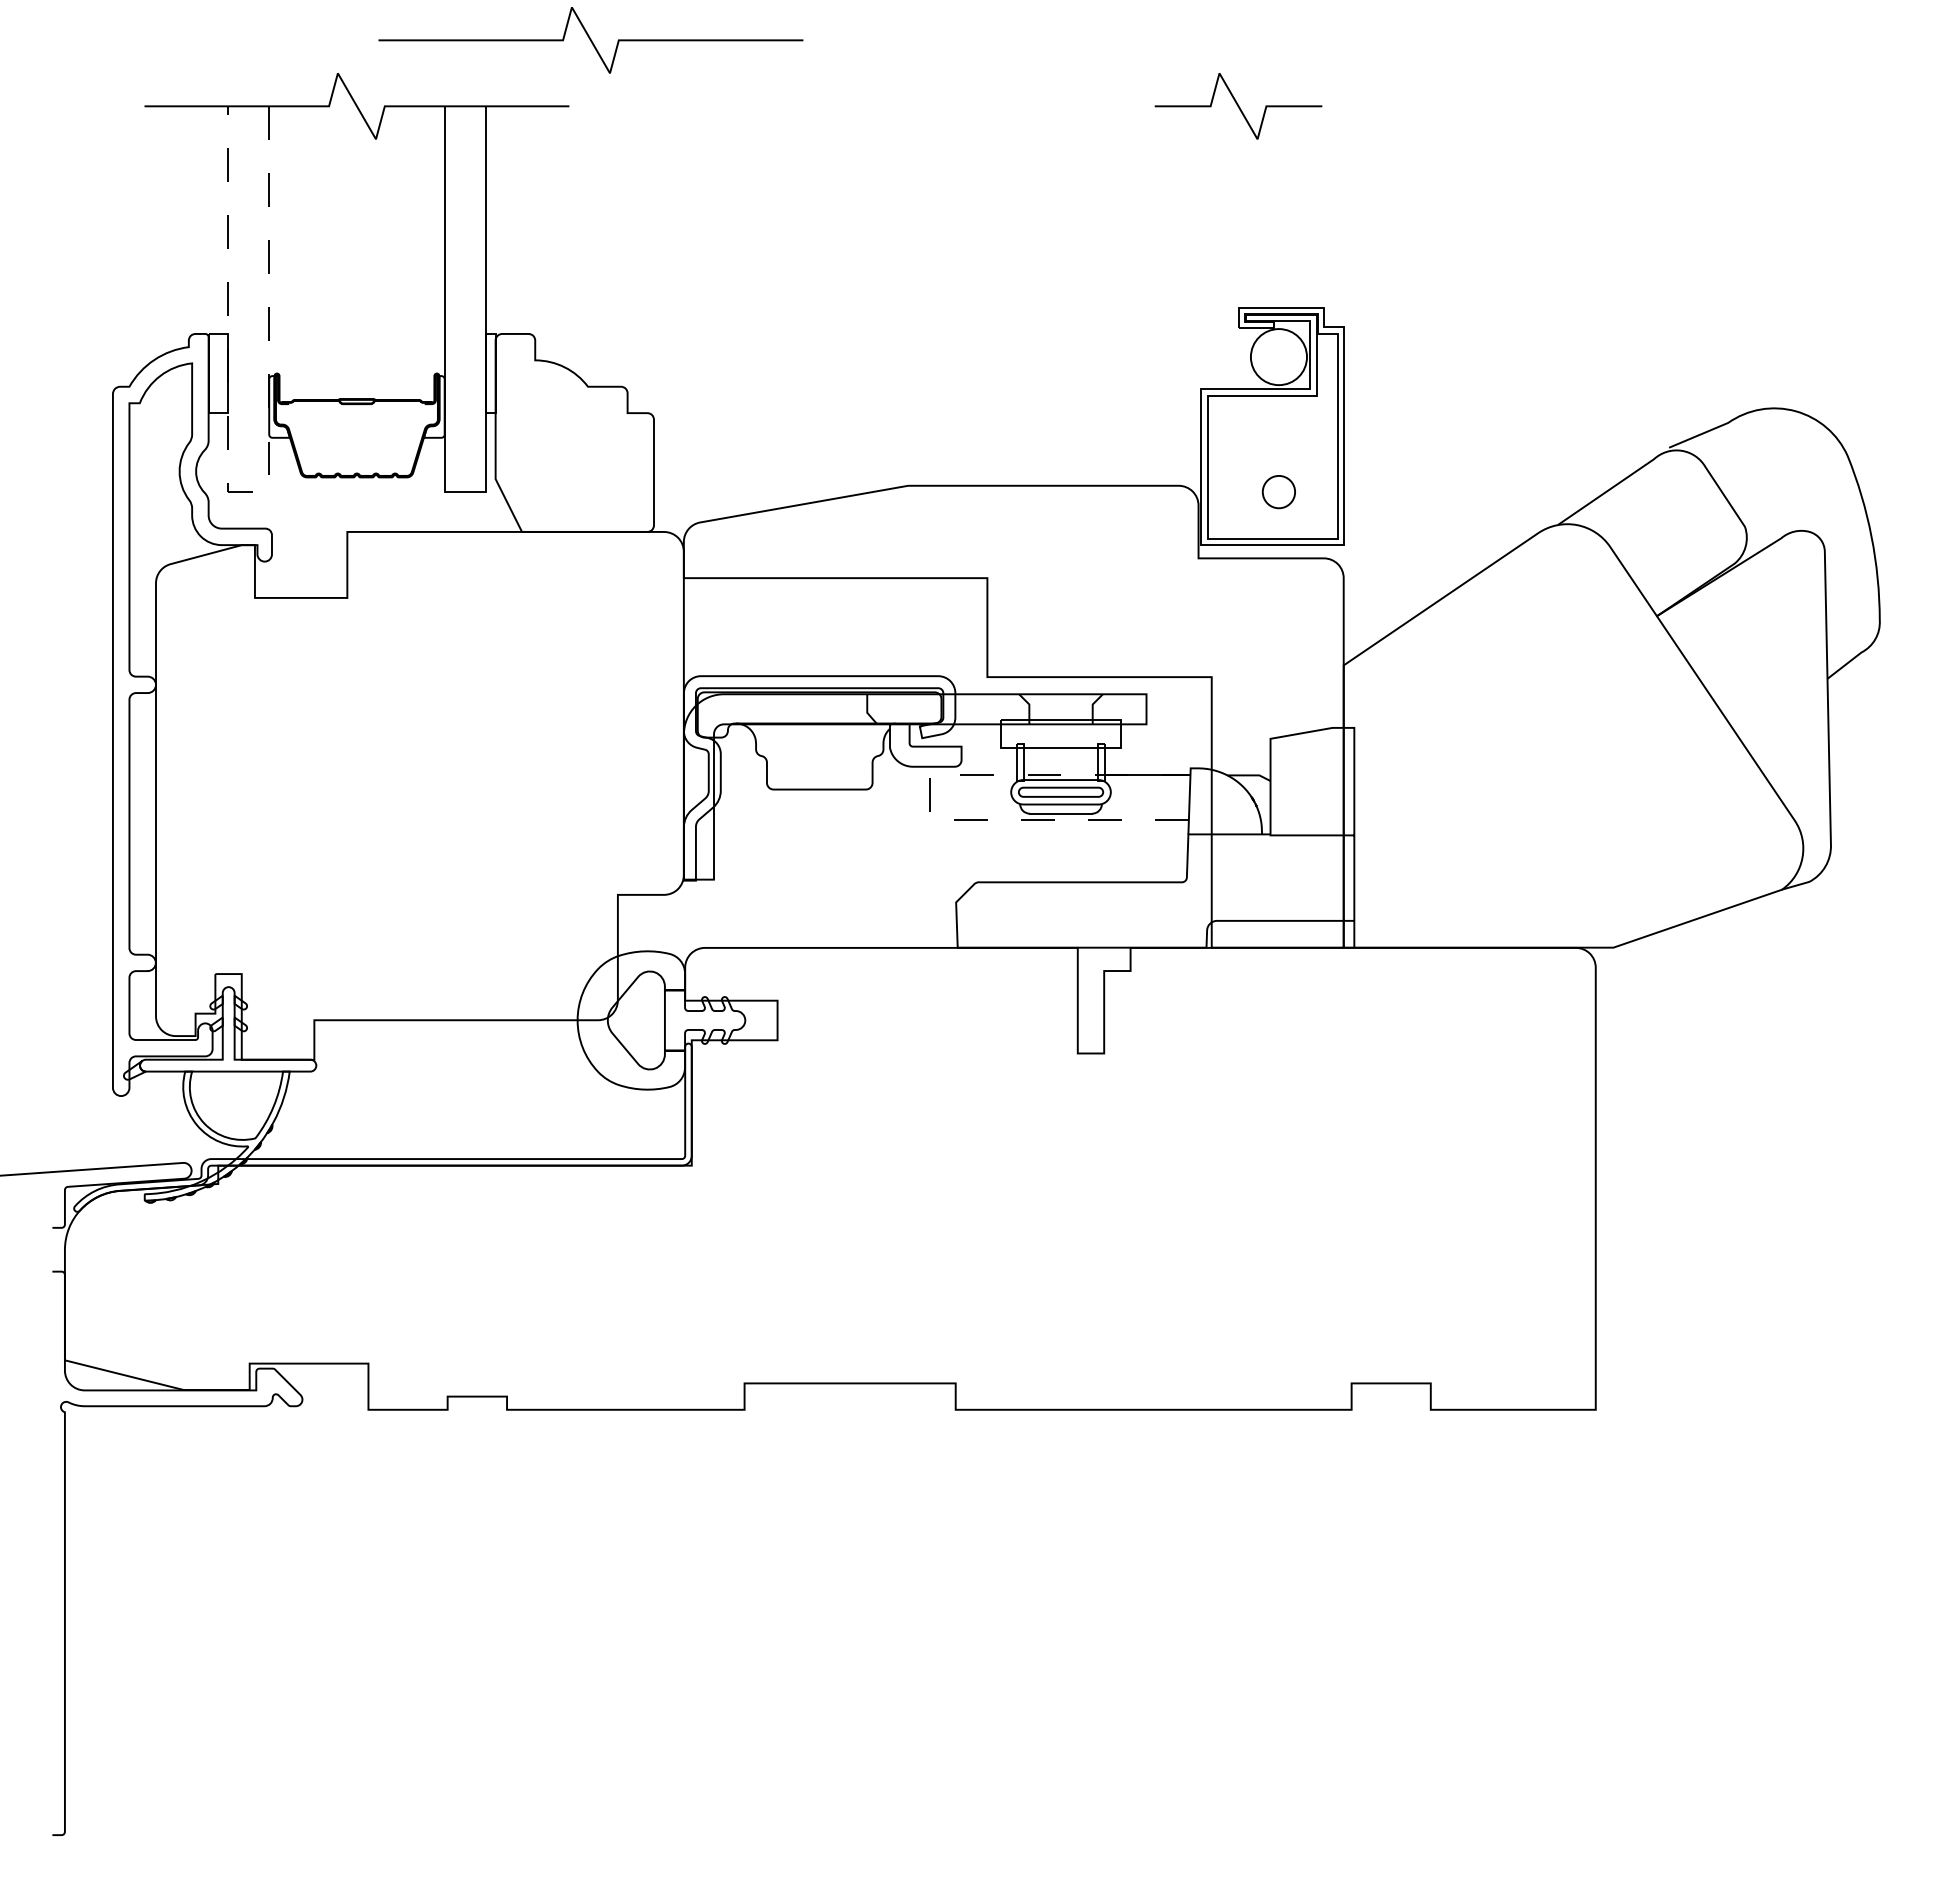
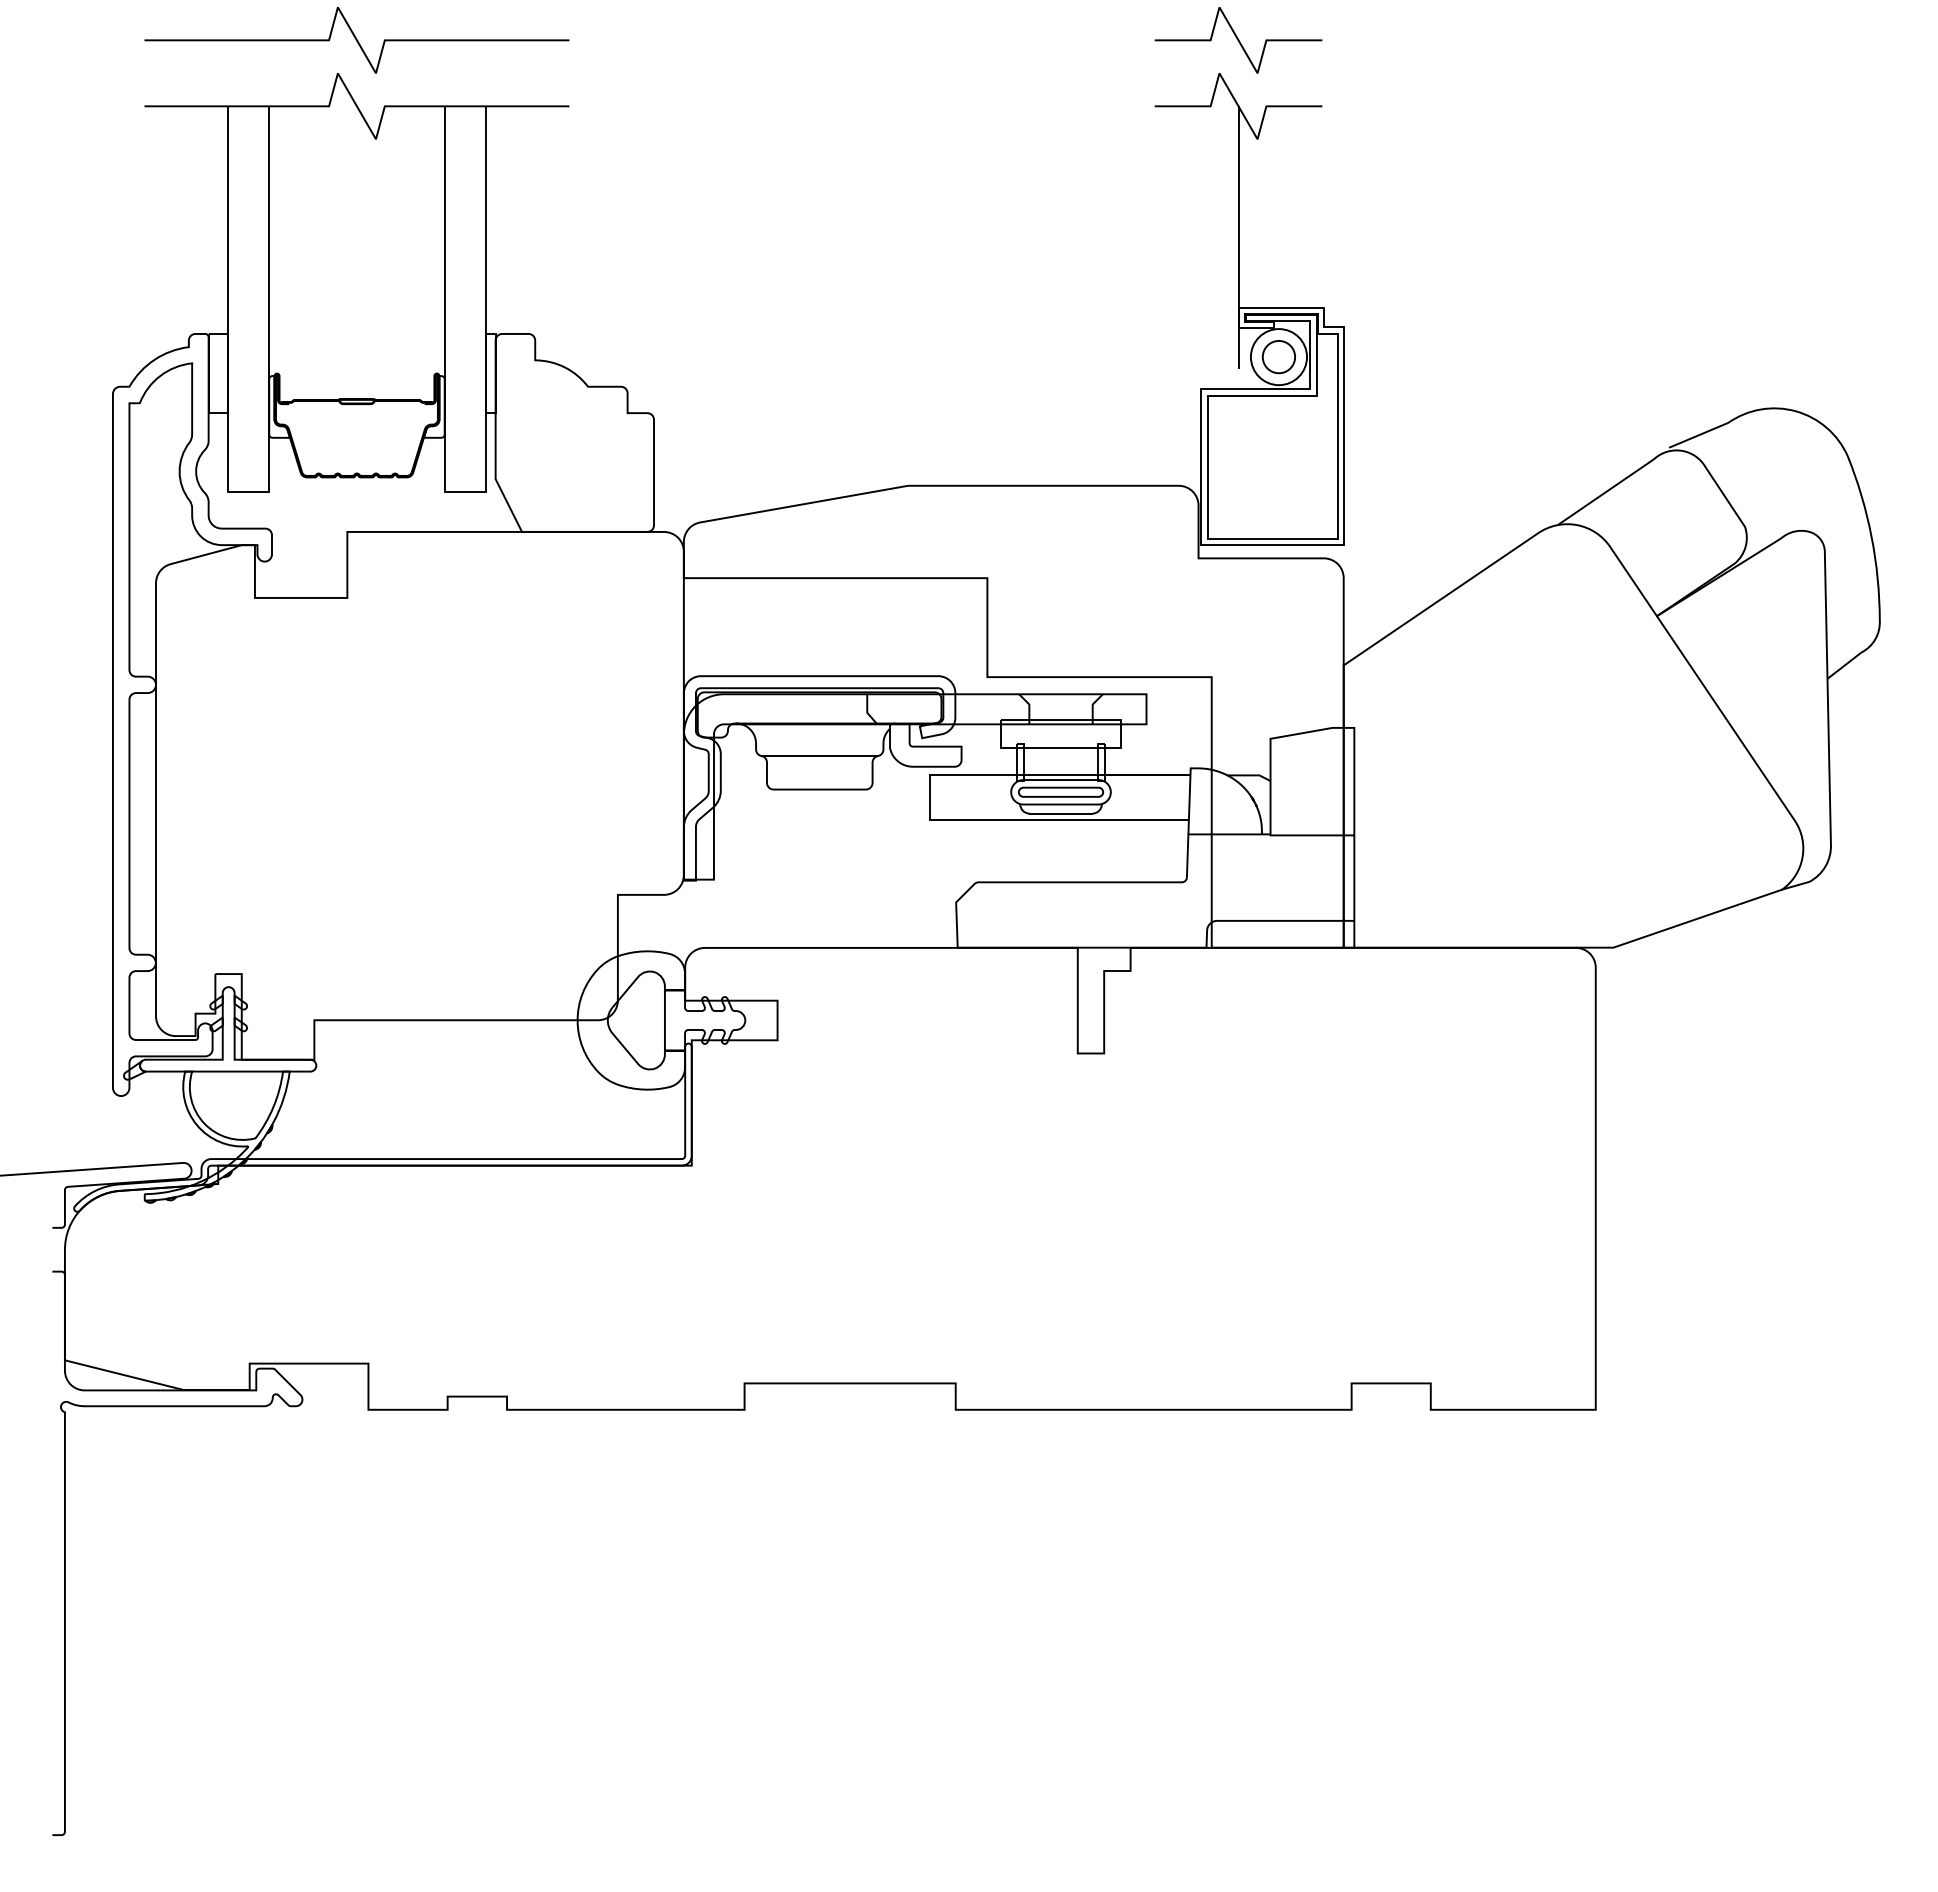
curve at (590, 40) position: (590, 40) -> (356, 40)
curve at (1238, 40): none -> present
line at (1238, 237): none -> present
line at (248, 492): dashed -> solid
circle at (1278, 492) position: (1278, 492) -> (1278, 357)
line at (819, 756): none -> present
line at (929, 797): dashed -> solid
